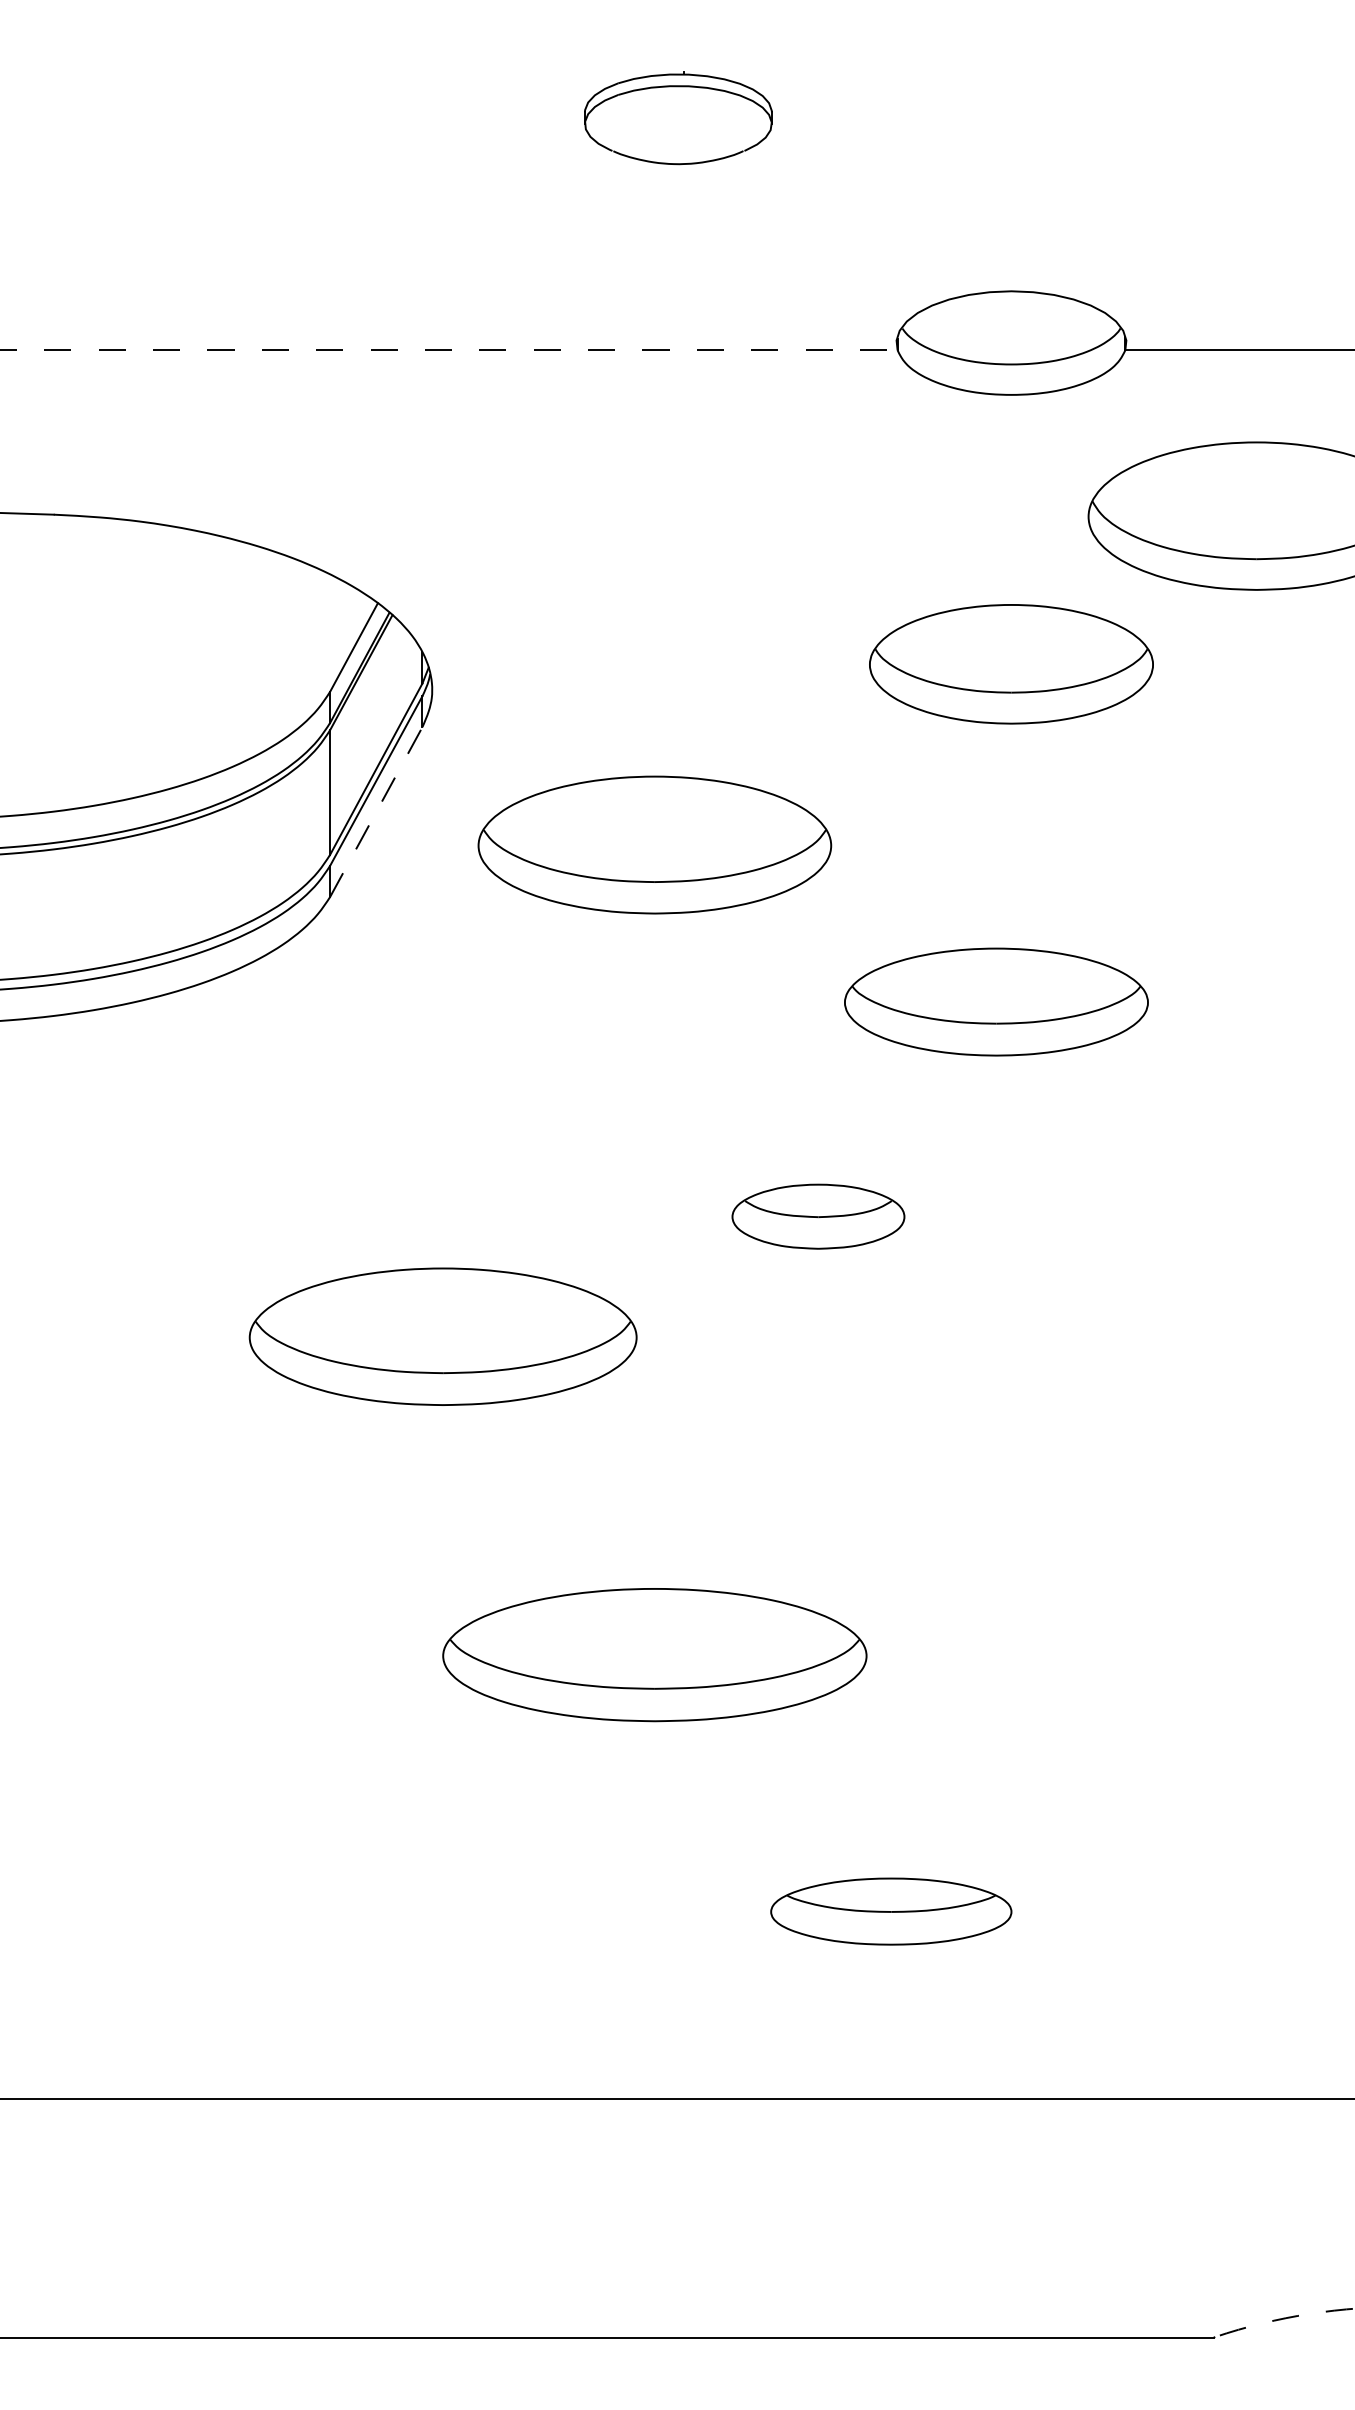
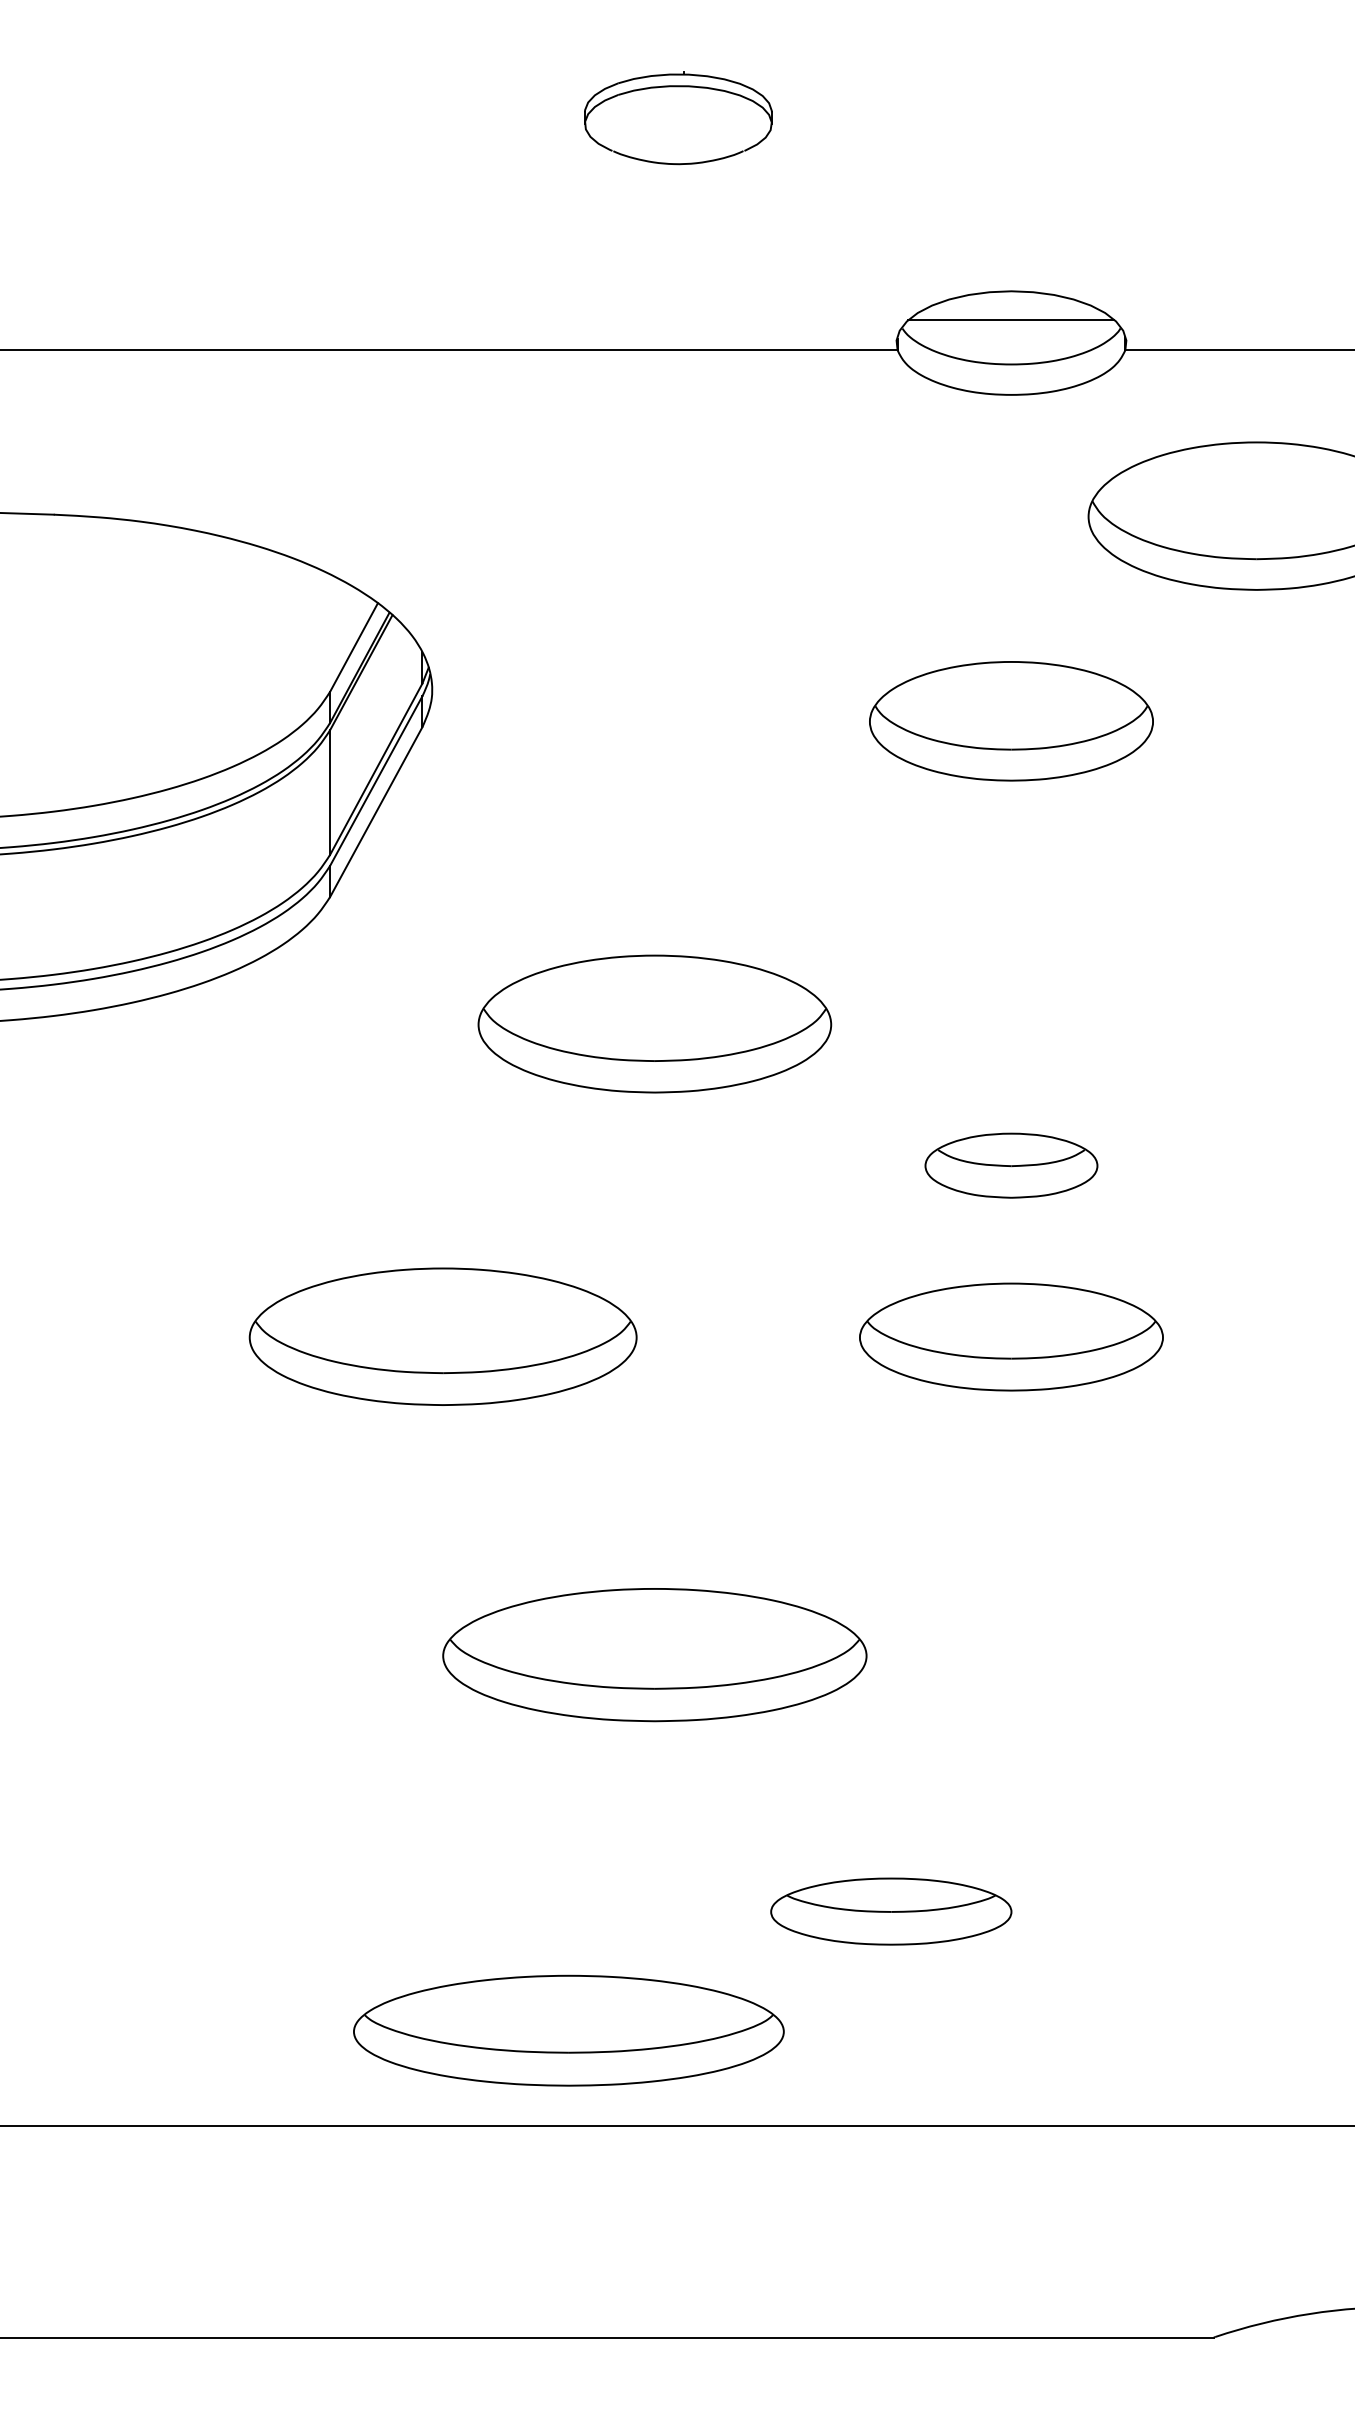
line at (1011, 319): none -> present
line at (449, 350): dashed -> solid
part at (1011, 664) position: (1011, 664) -> (1011, 721)
line at (376, 812): dashed -> solid
part at (654, 844) position: (654, 844) -> (654, 1023)
part at (996, 1001) position: (996, 1001) -> (1011, 1336)
part at (818, 1216) position: (818, 1216) -> (1011, 1165)
part at (568, 2030): none -> present
line at (676, 2098) position: (676, 2098) -> (676, 2125)
arc at (1284, 2318): dashed -> solid
